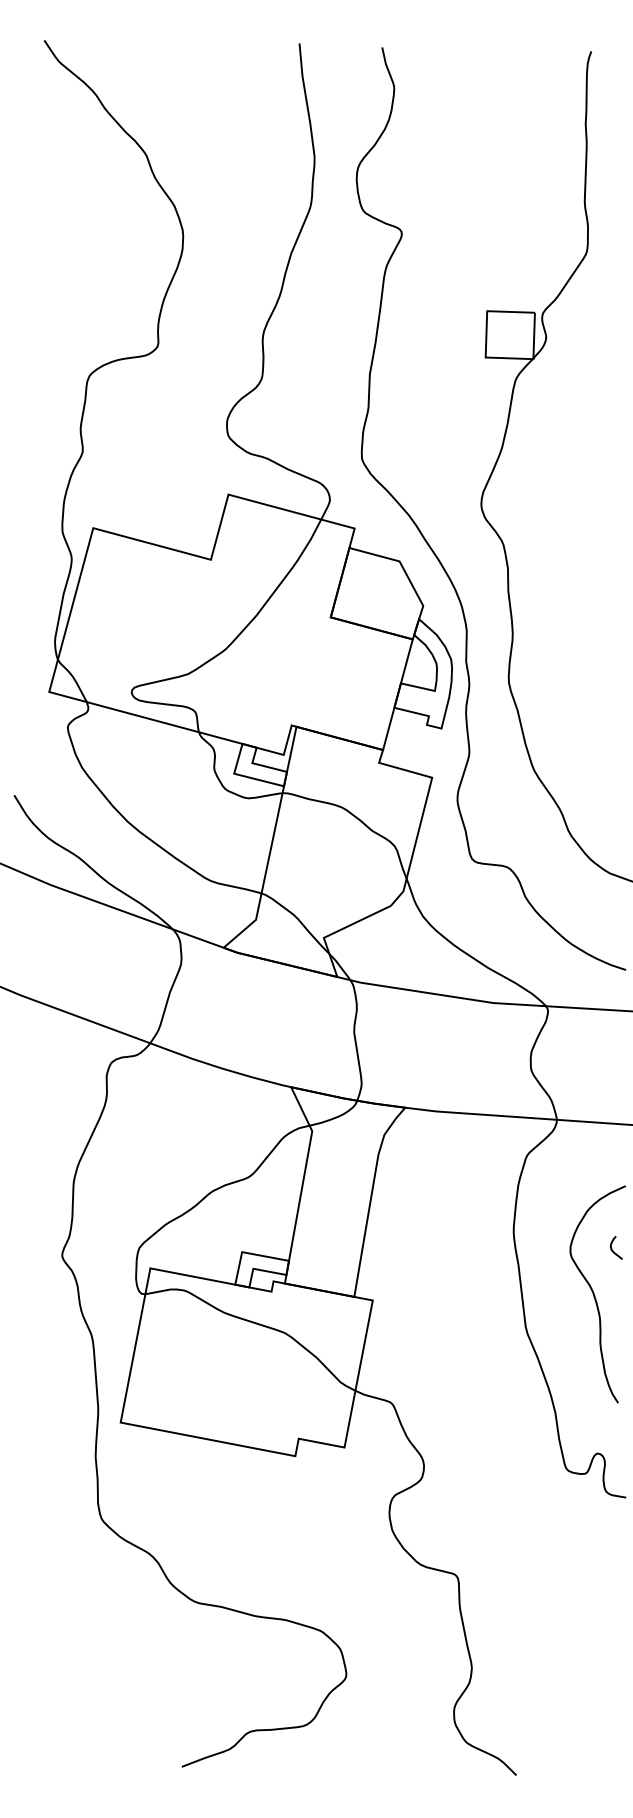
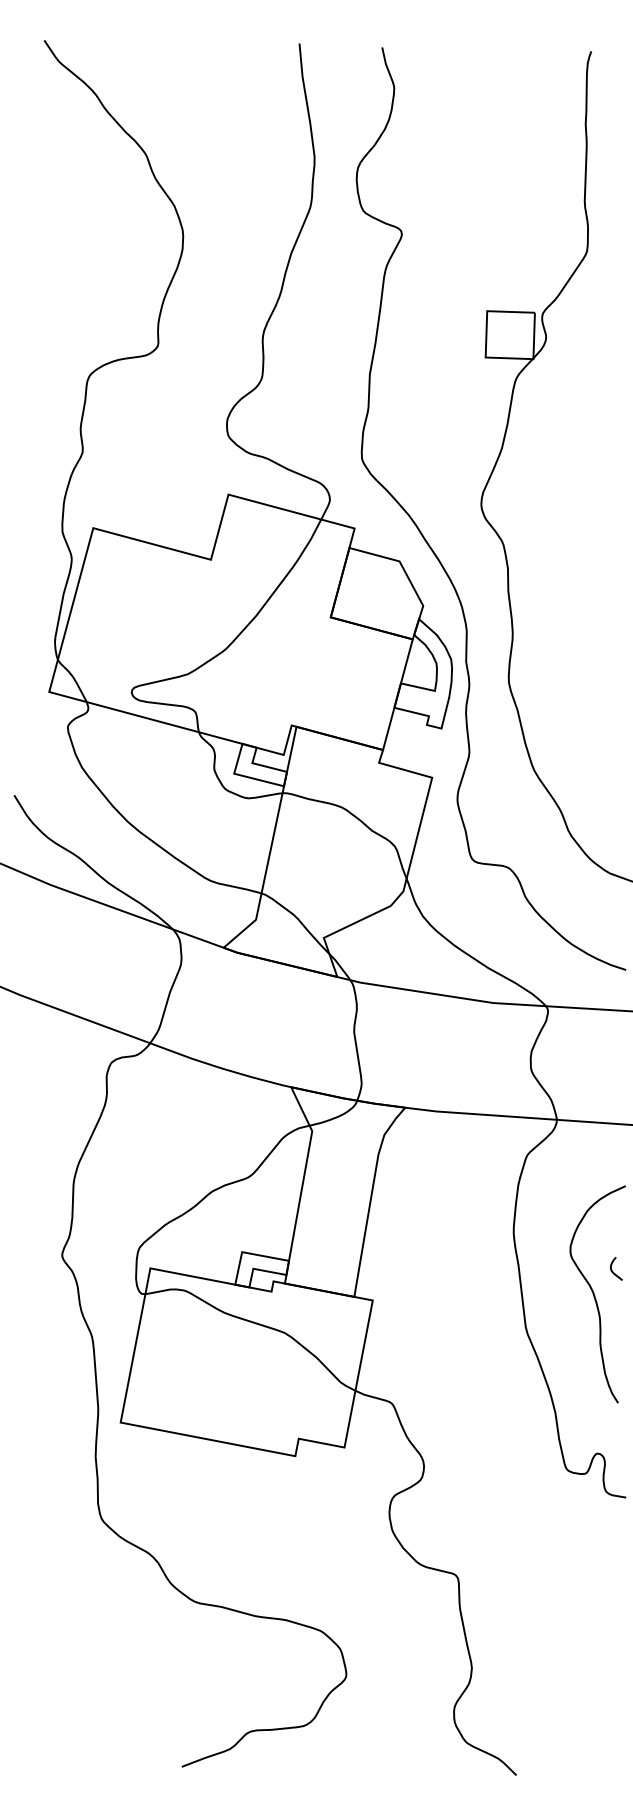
curve at (612, 1248) position: (612, 1248) -> (612, 1269)
